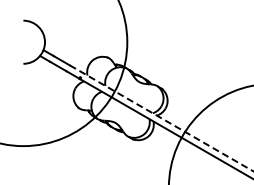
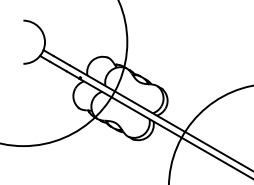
line at (161, 118): dashed -> solid
